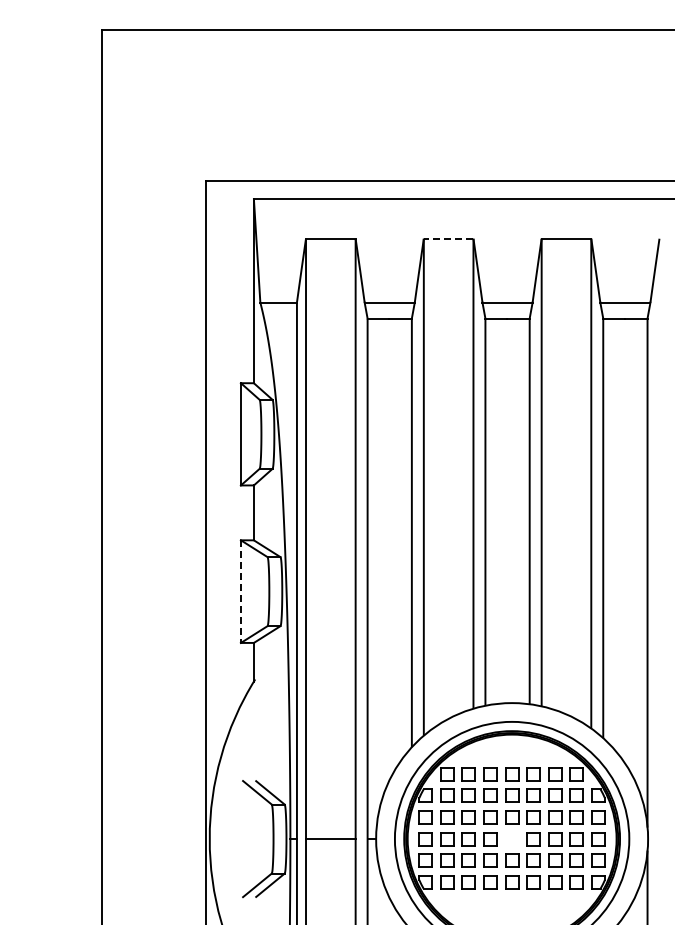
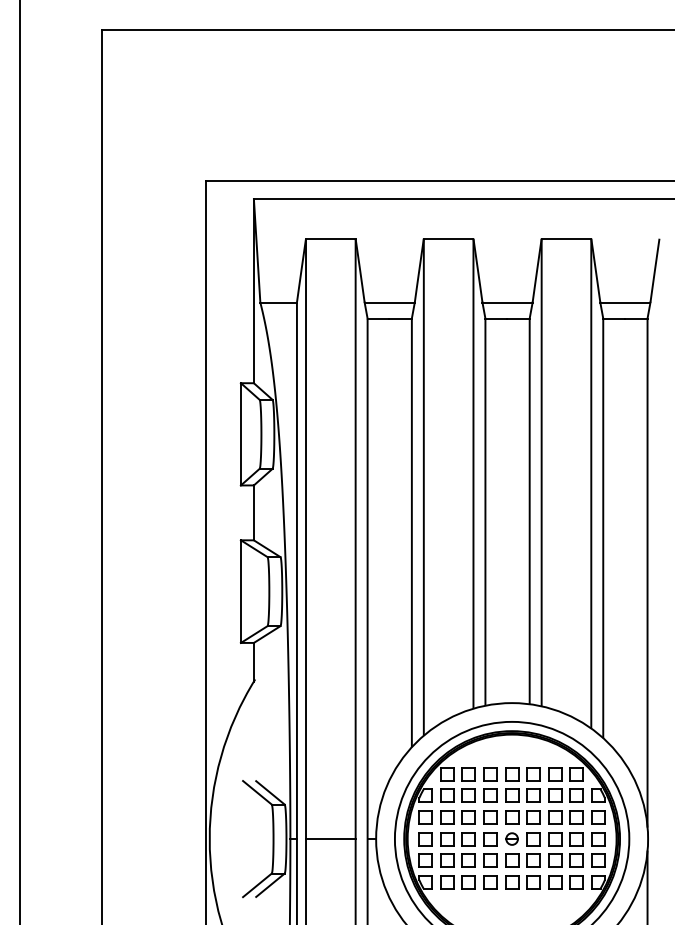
line at (448, 238): dashed -> solid
line at (20, 461): none -> present
line at (240, 592): dashed -> solid
part at (511, 838): none -> present
